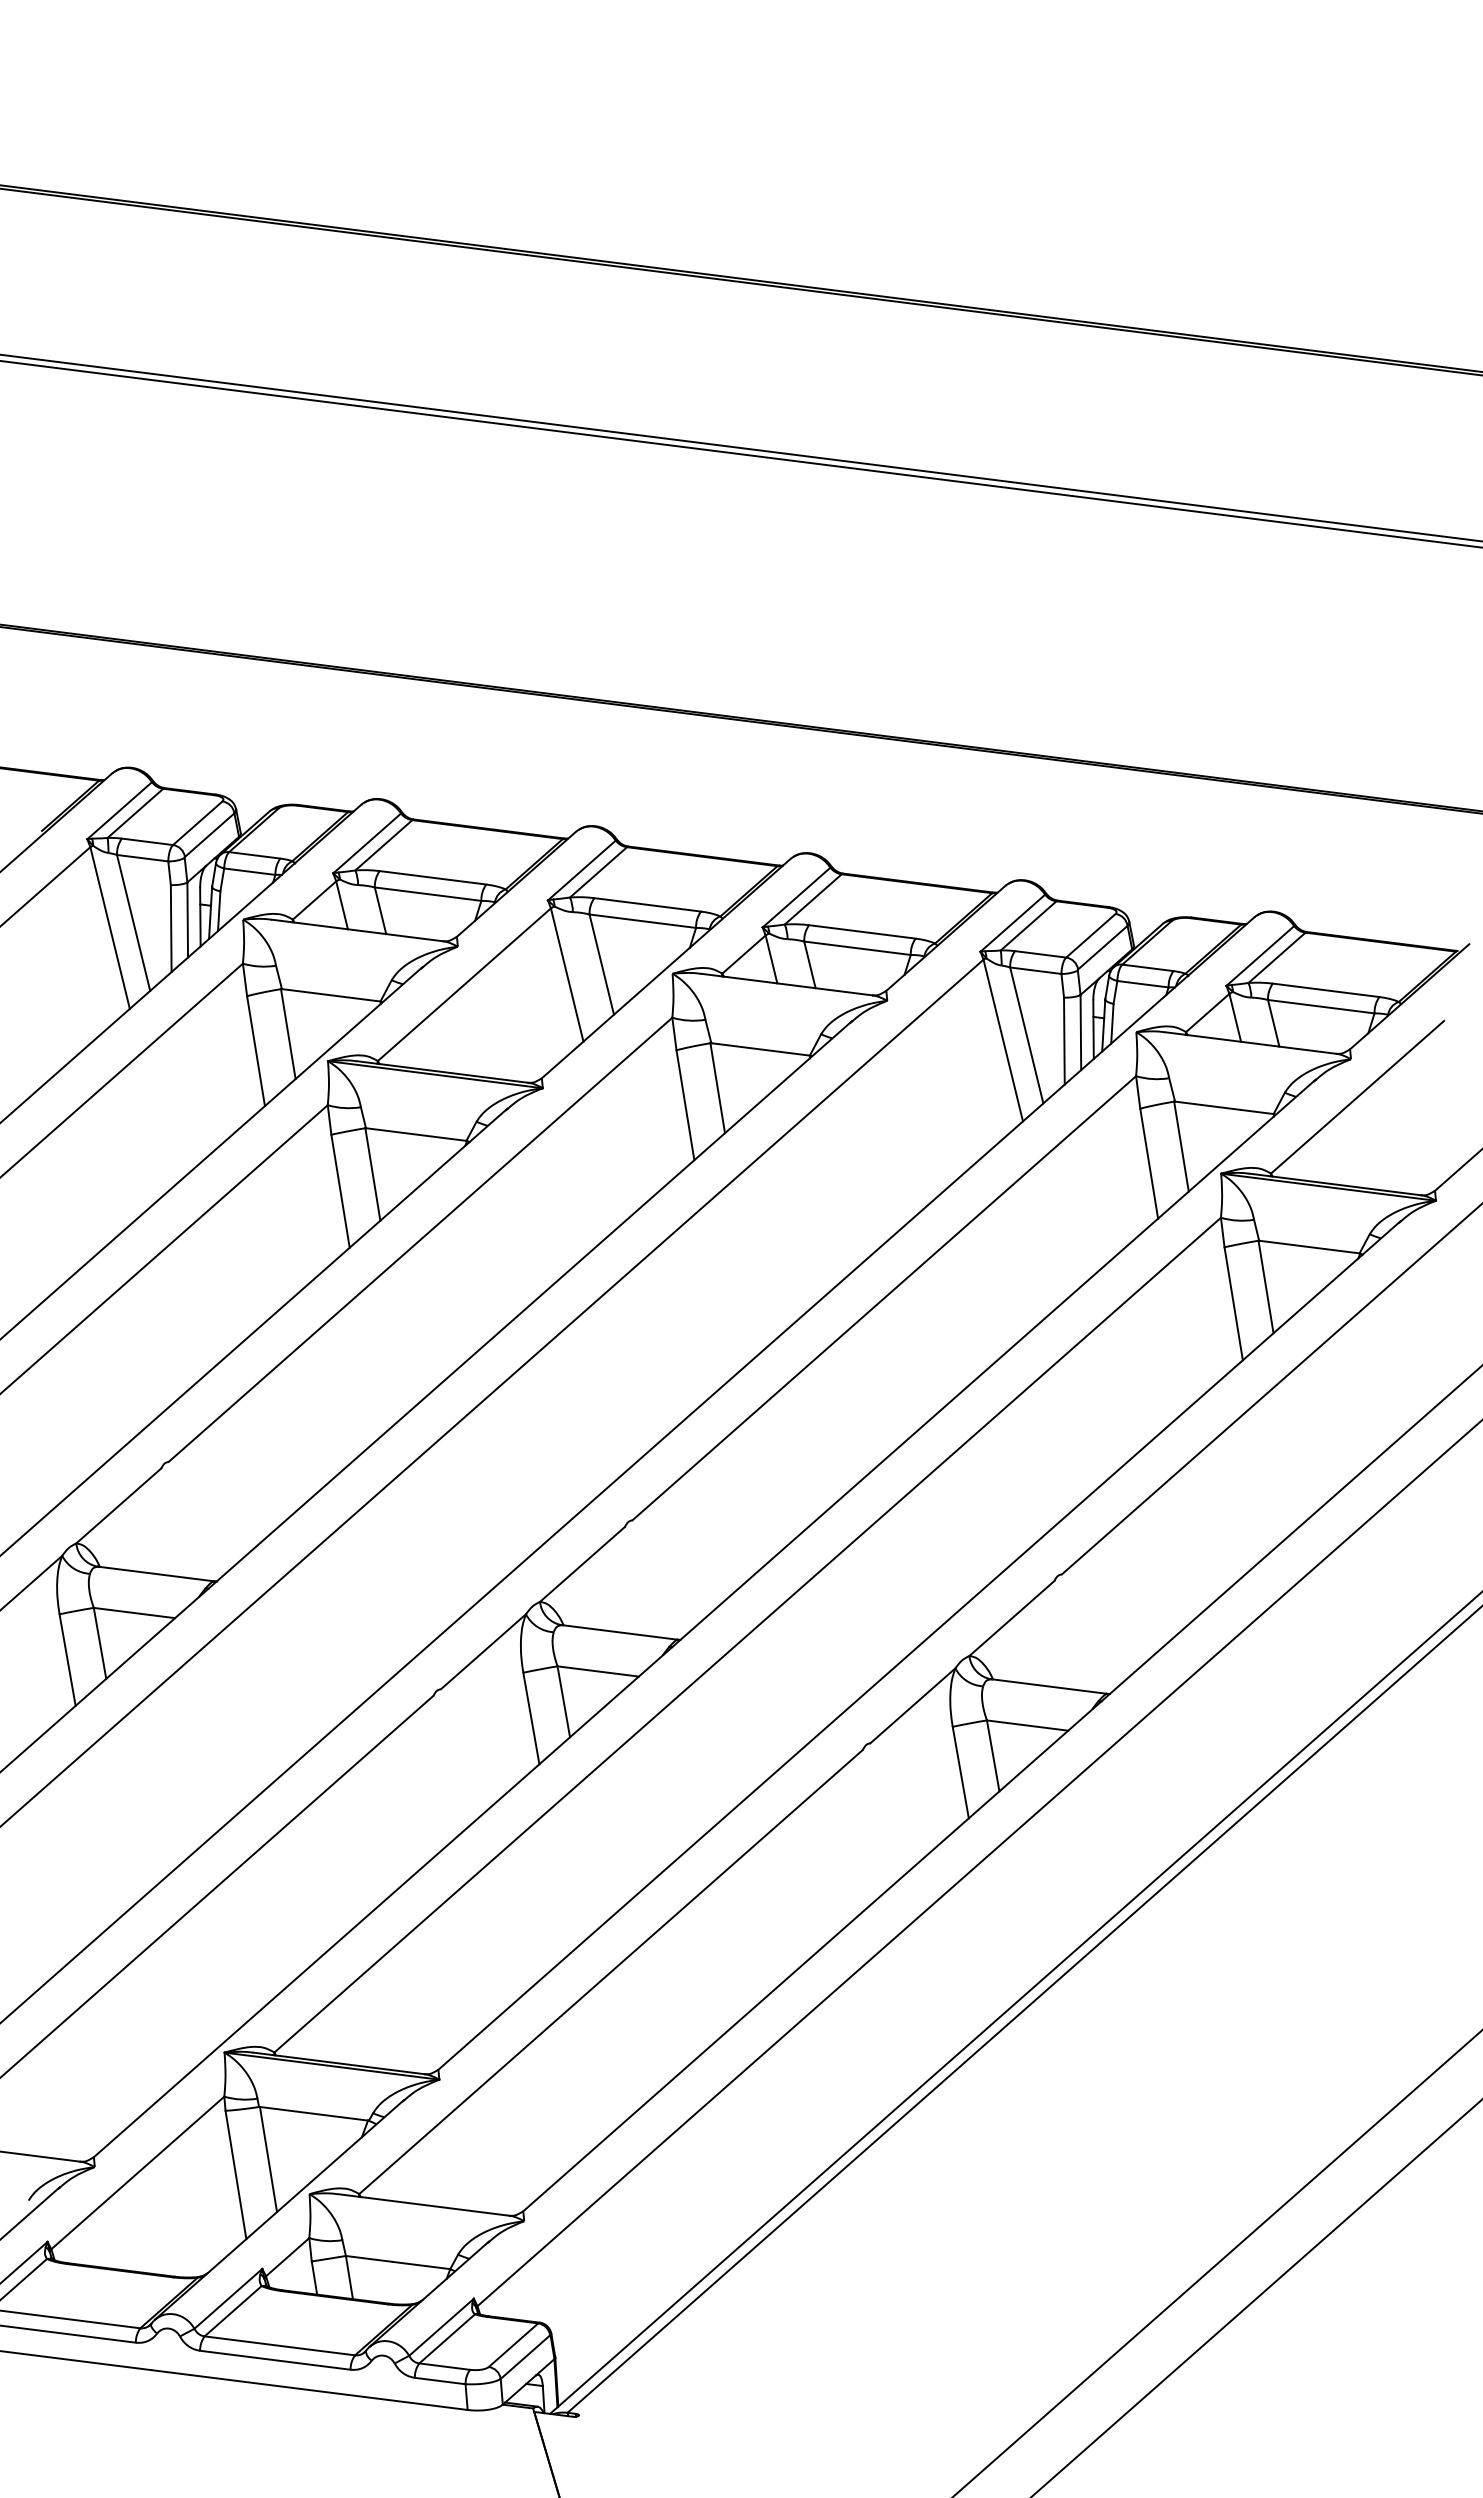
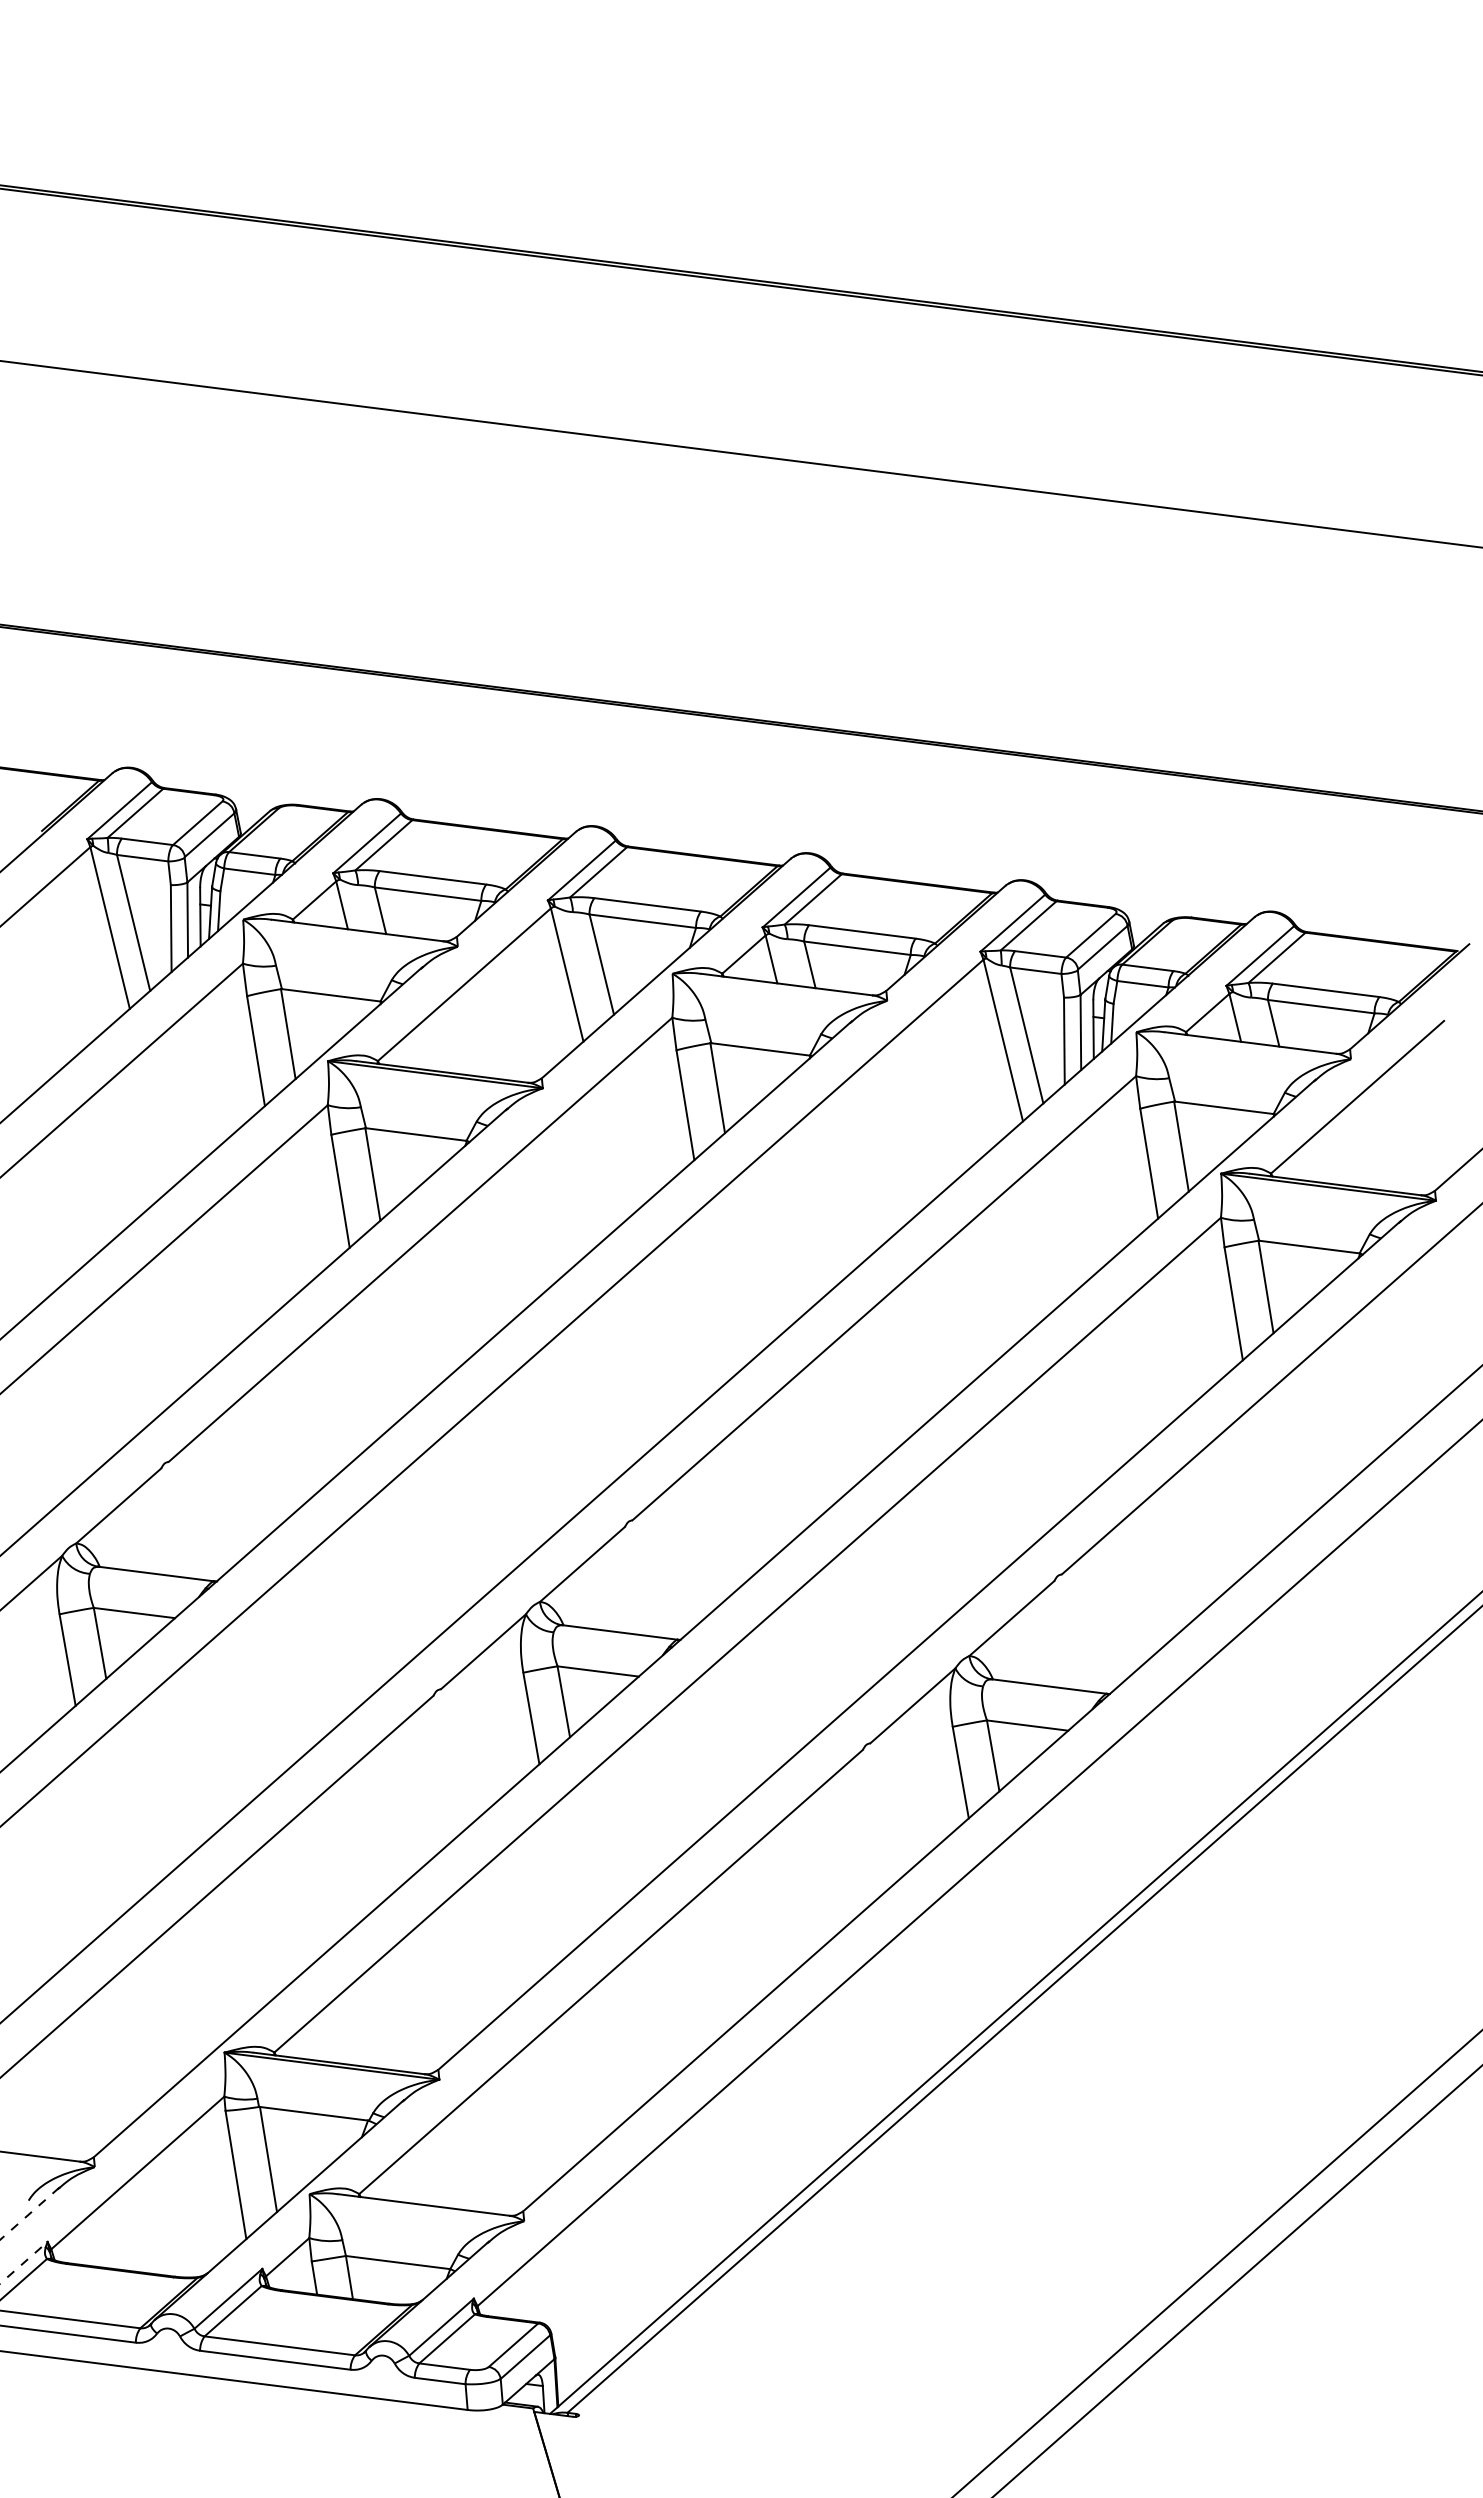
line at (740, 448): present -> none
line at (29, 2213): solid -> dashed
line at (24, 2262): solid -> dashed
line at (1256, 2297) position: (1256, 2297) -> (1237, 2281)
